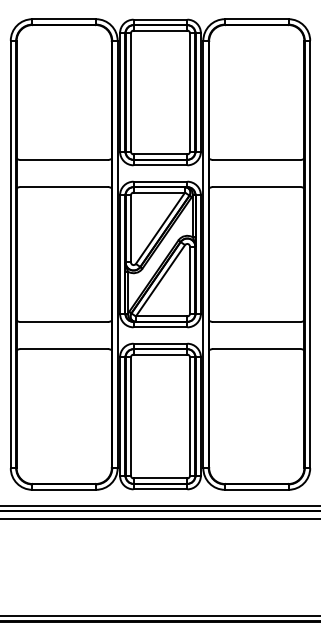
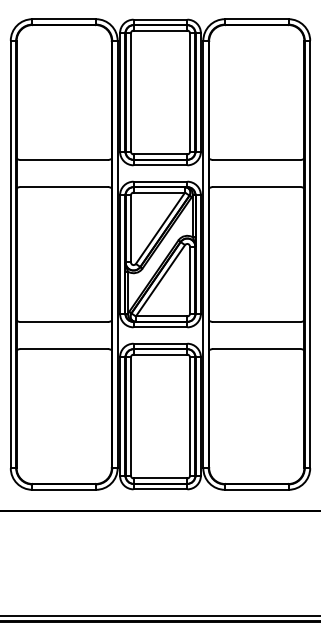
line at (159, 505): present -> none
line at (159, 519): present -> none
